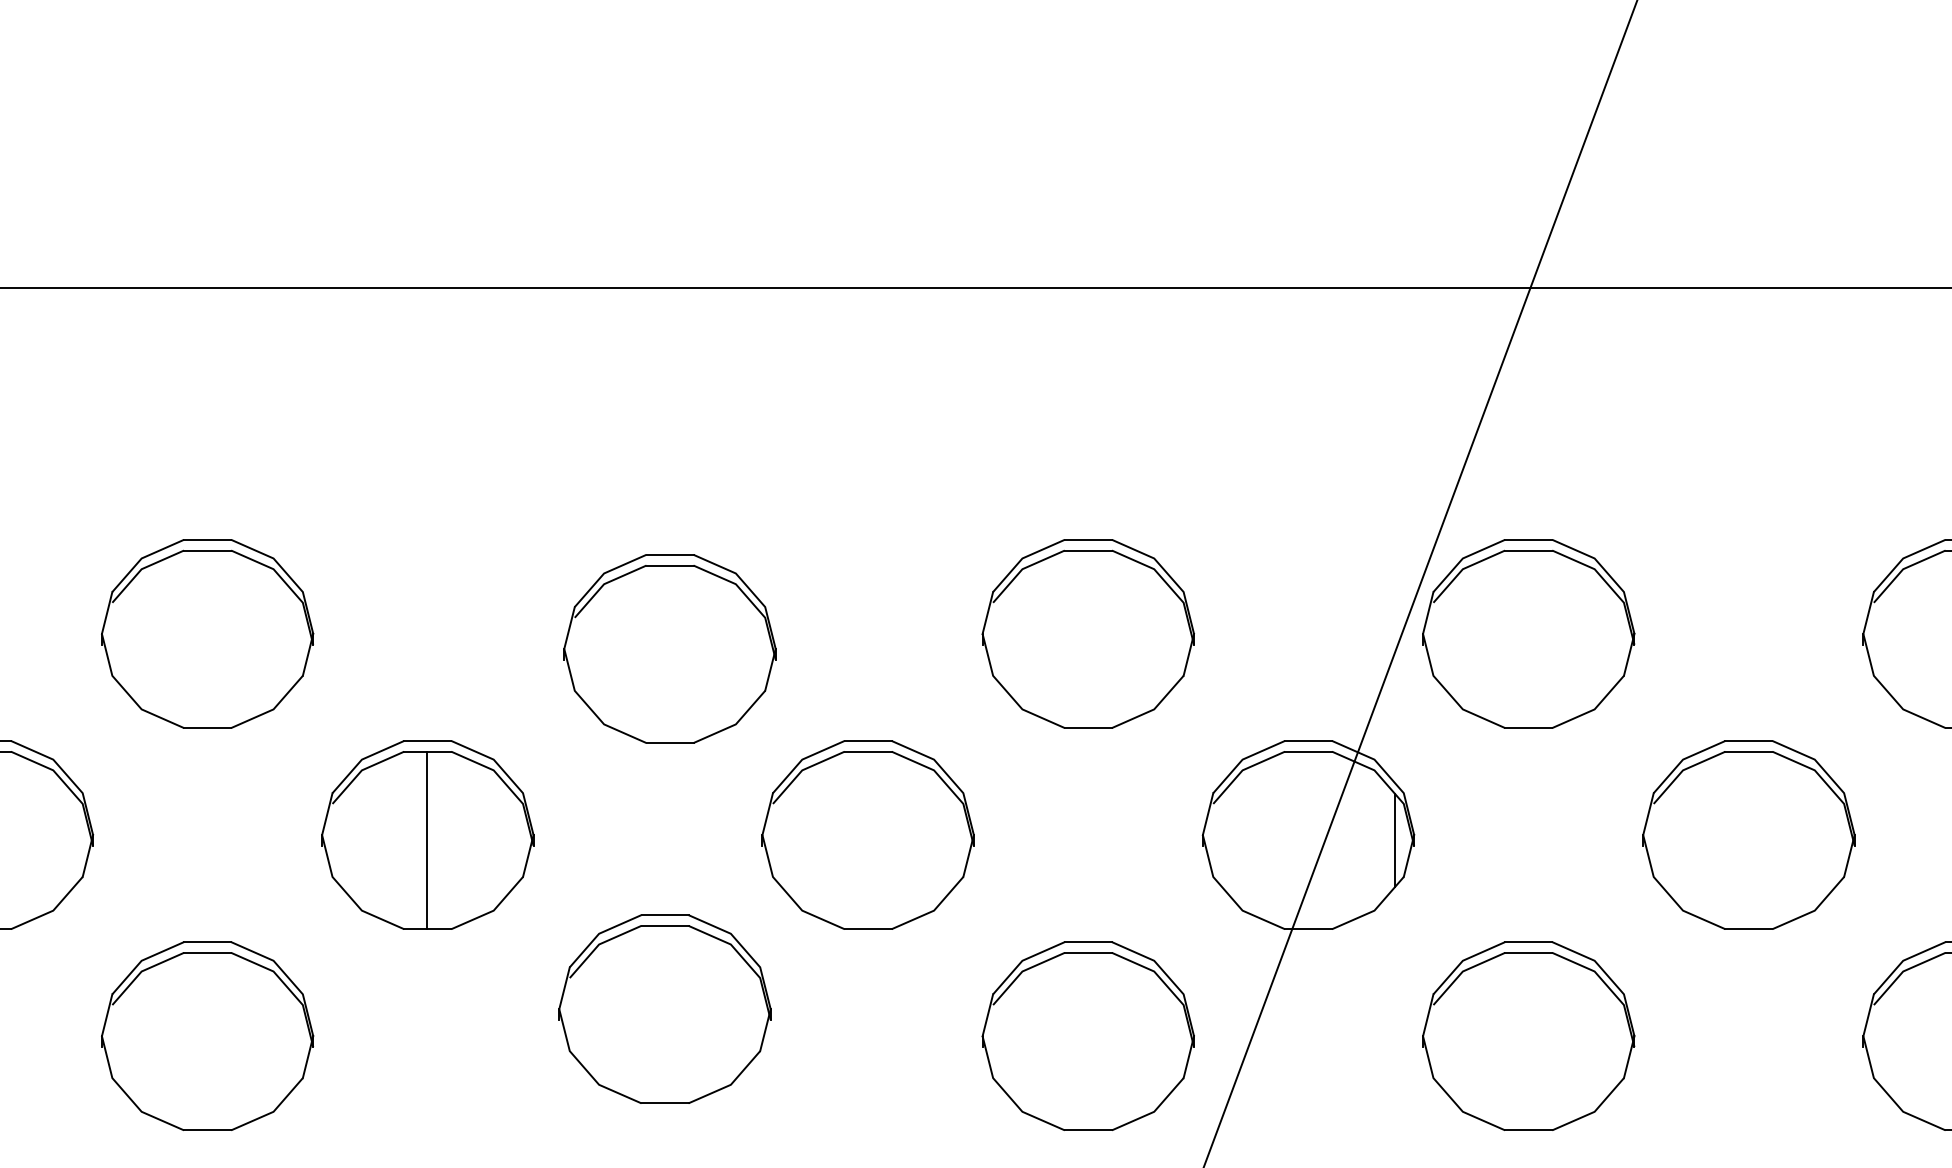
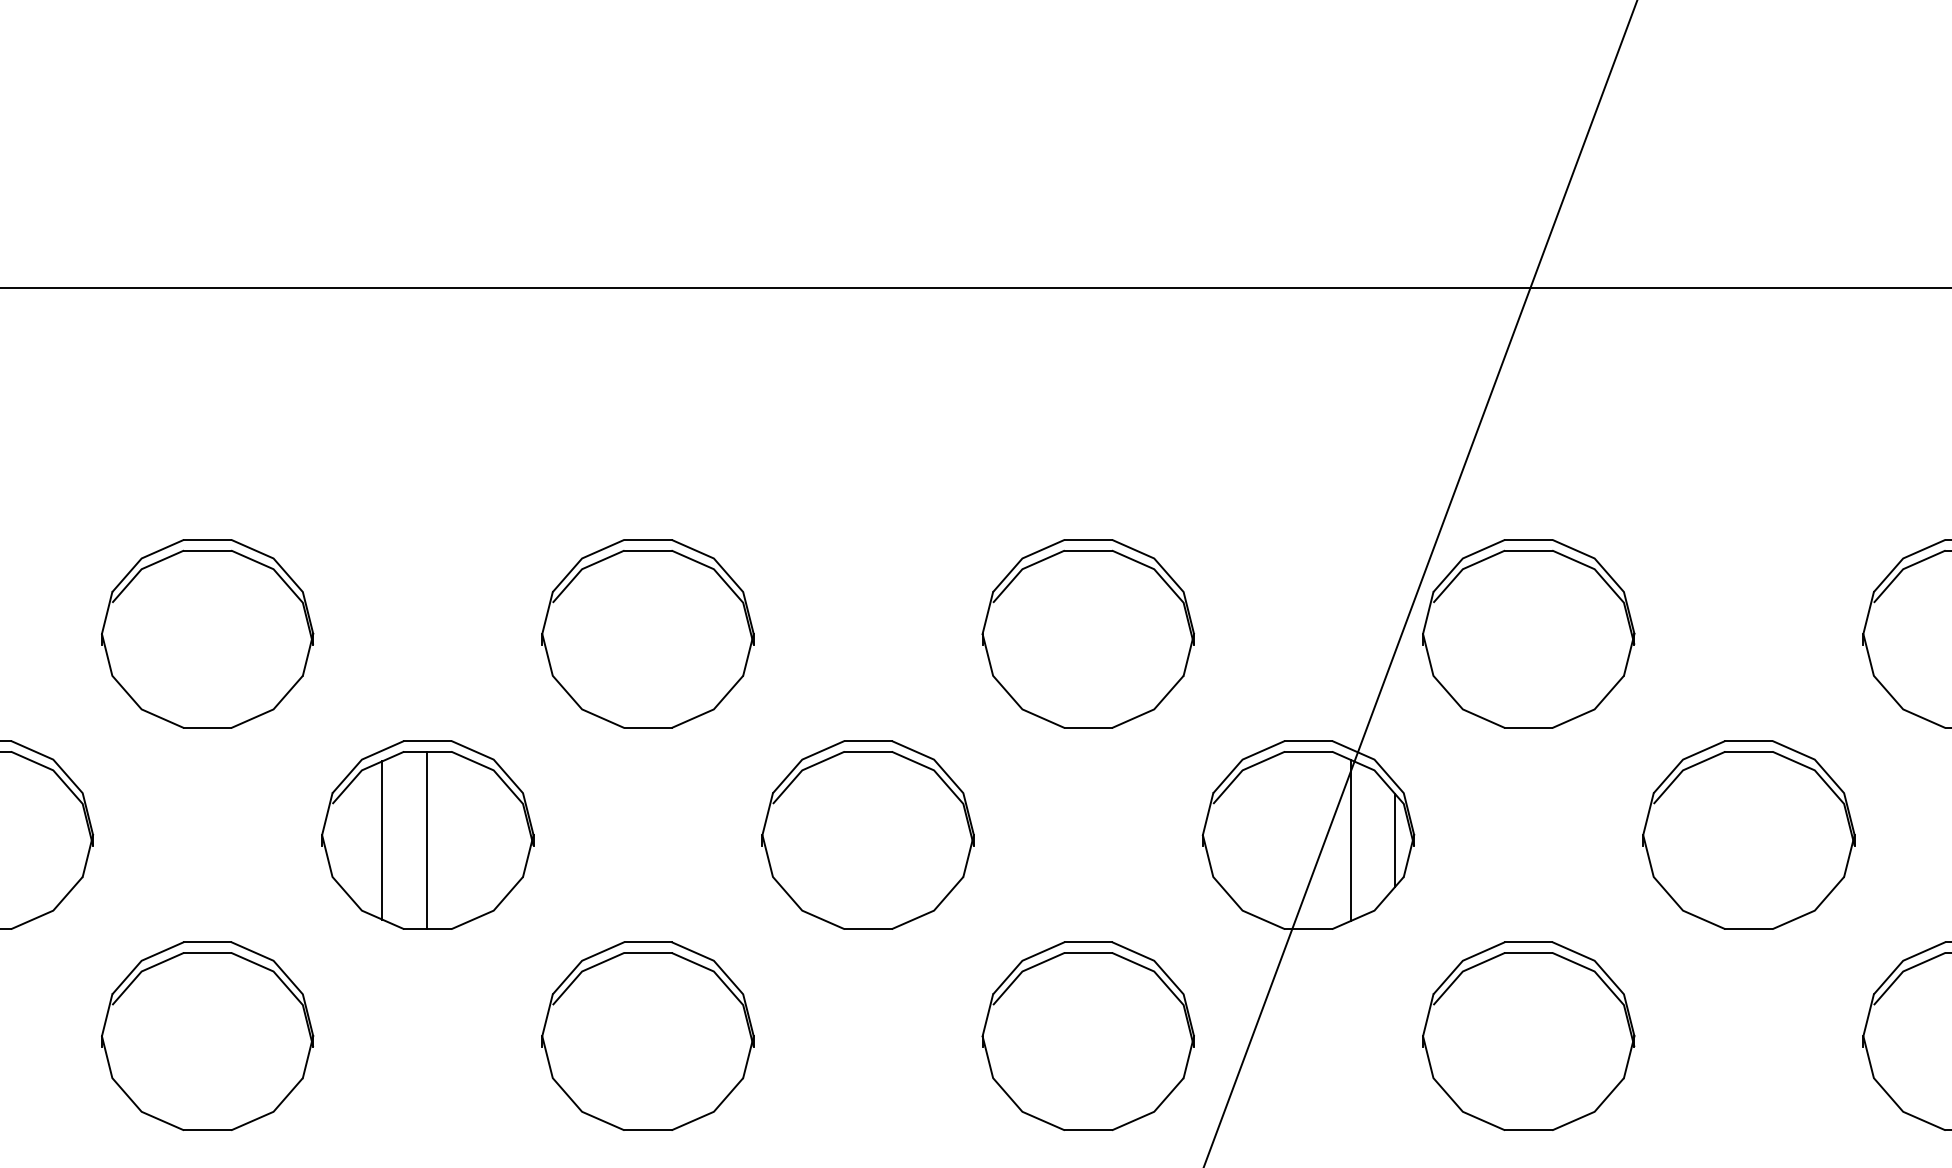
part at (669, 648) position: (669, 648) -> (647, 633)
line at (382, 840): none -> present
line at (1351, 840): none -> present
part at (664, 1008) position: (664, 1008) -> (647, 1035)
